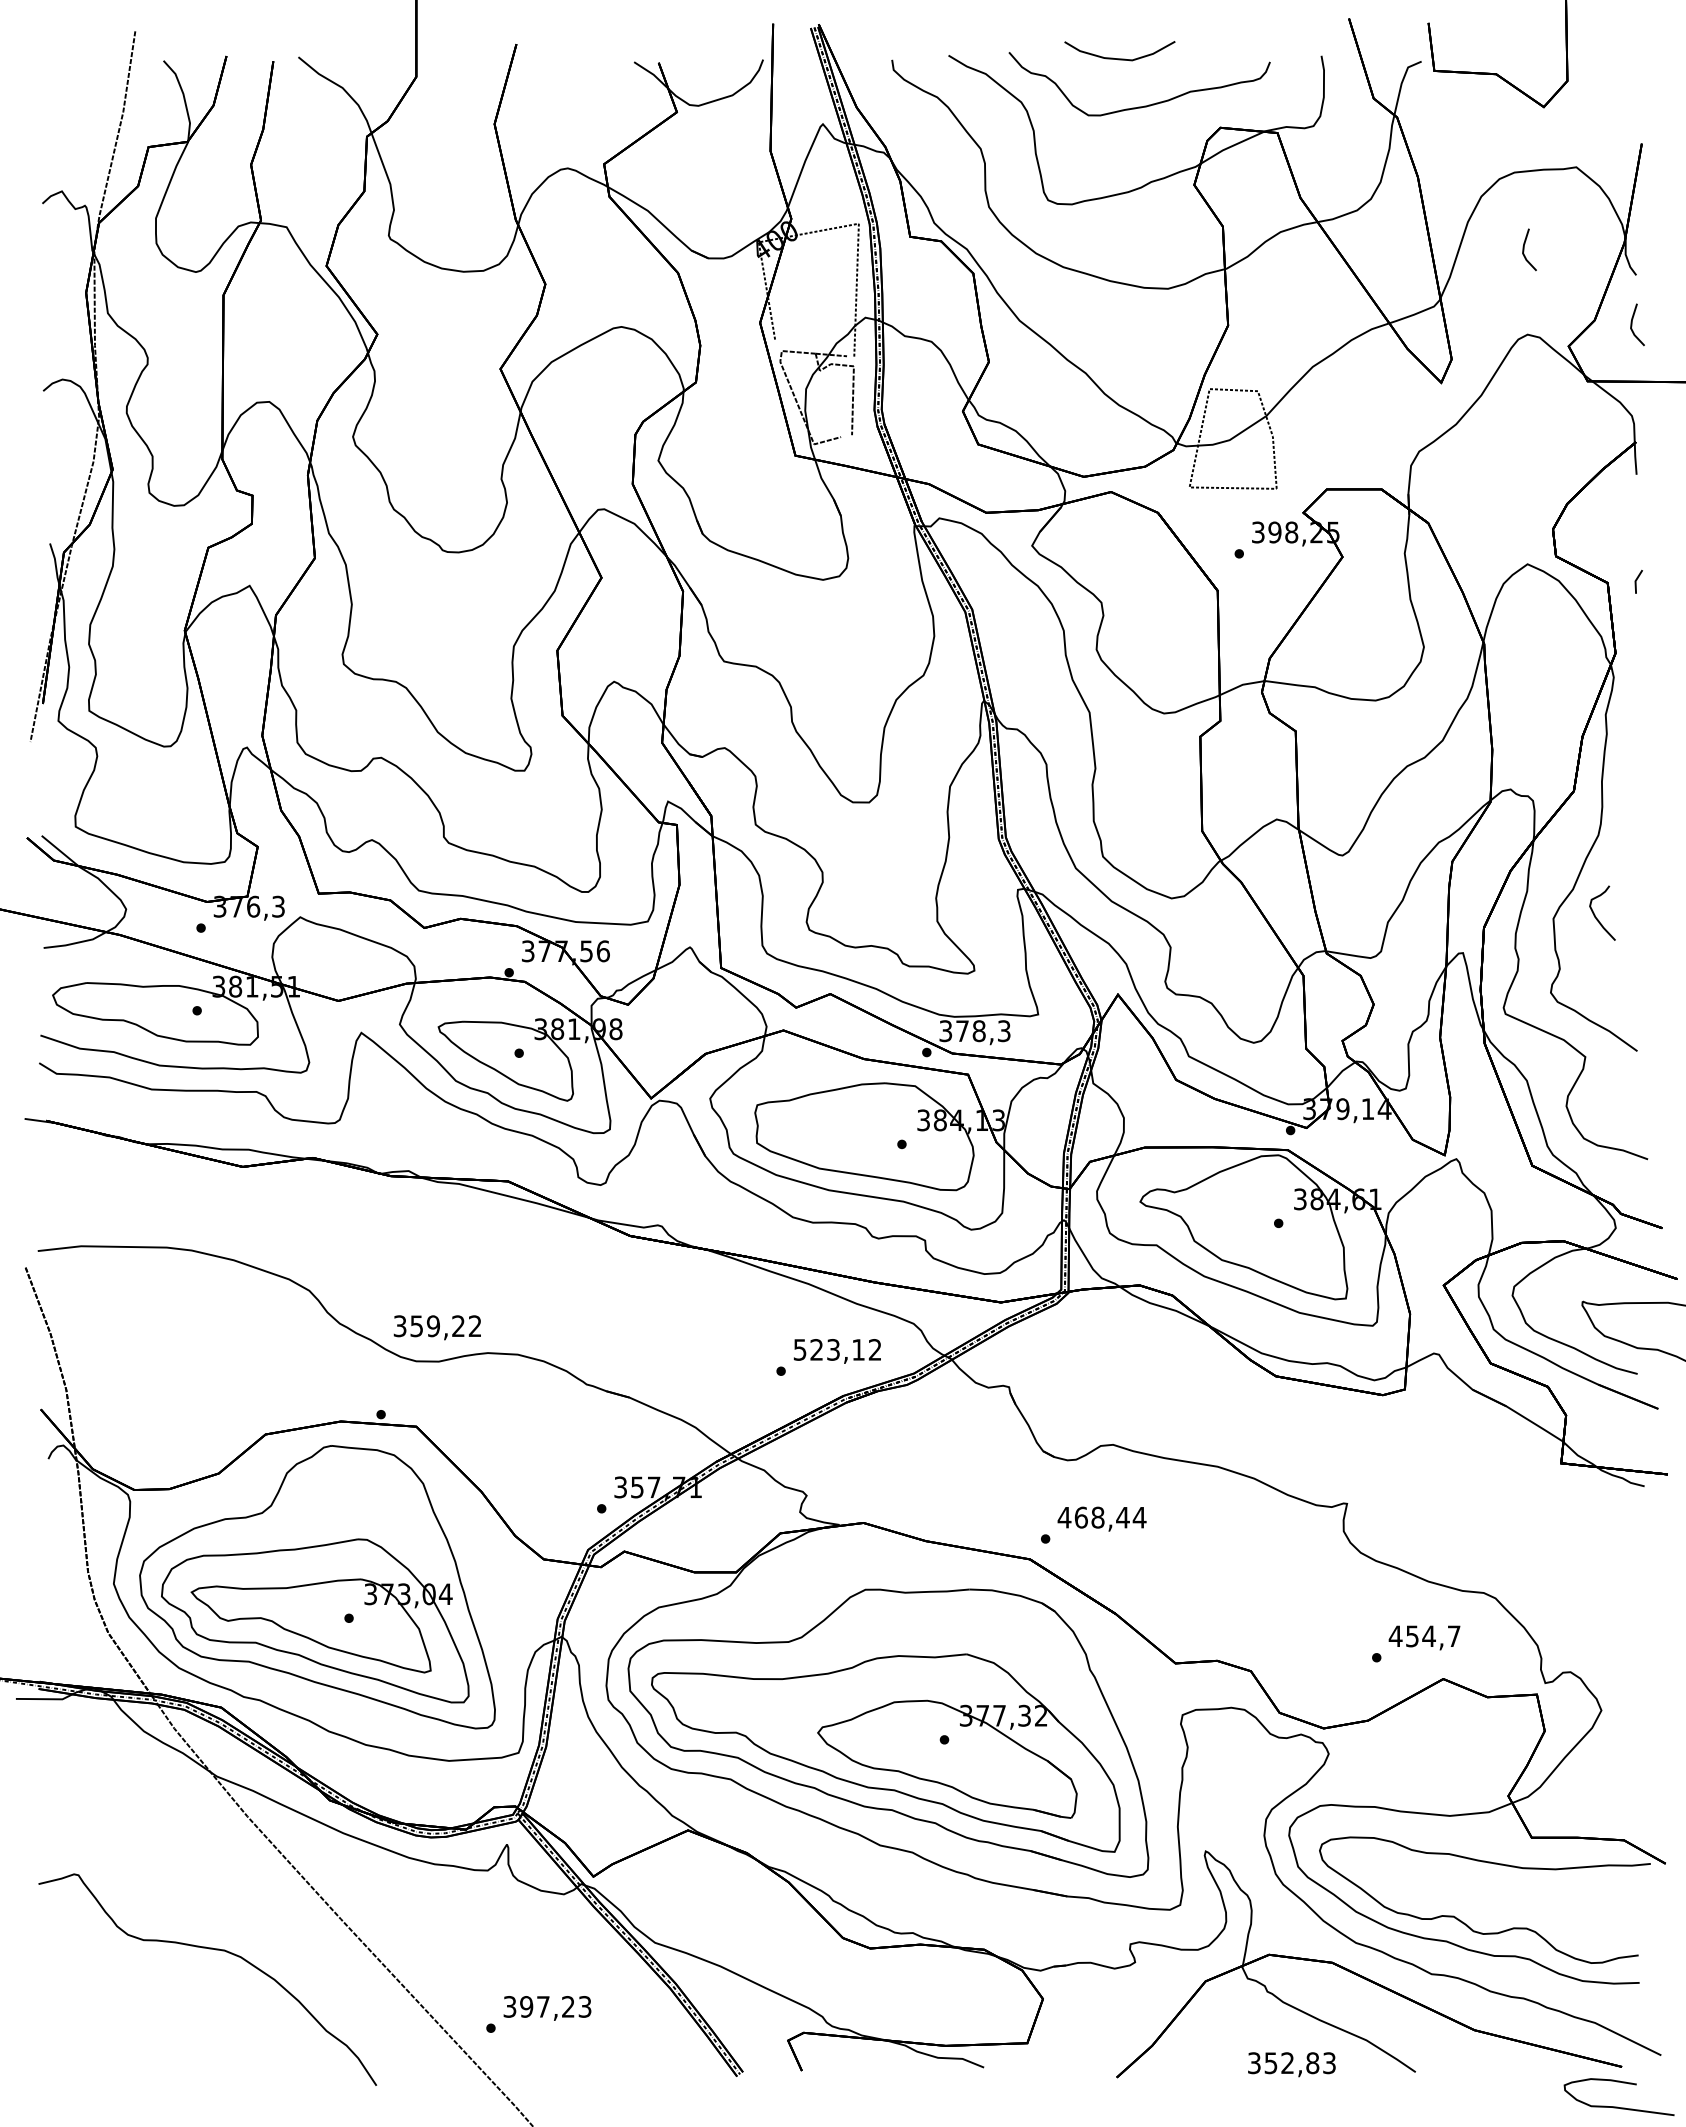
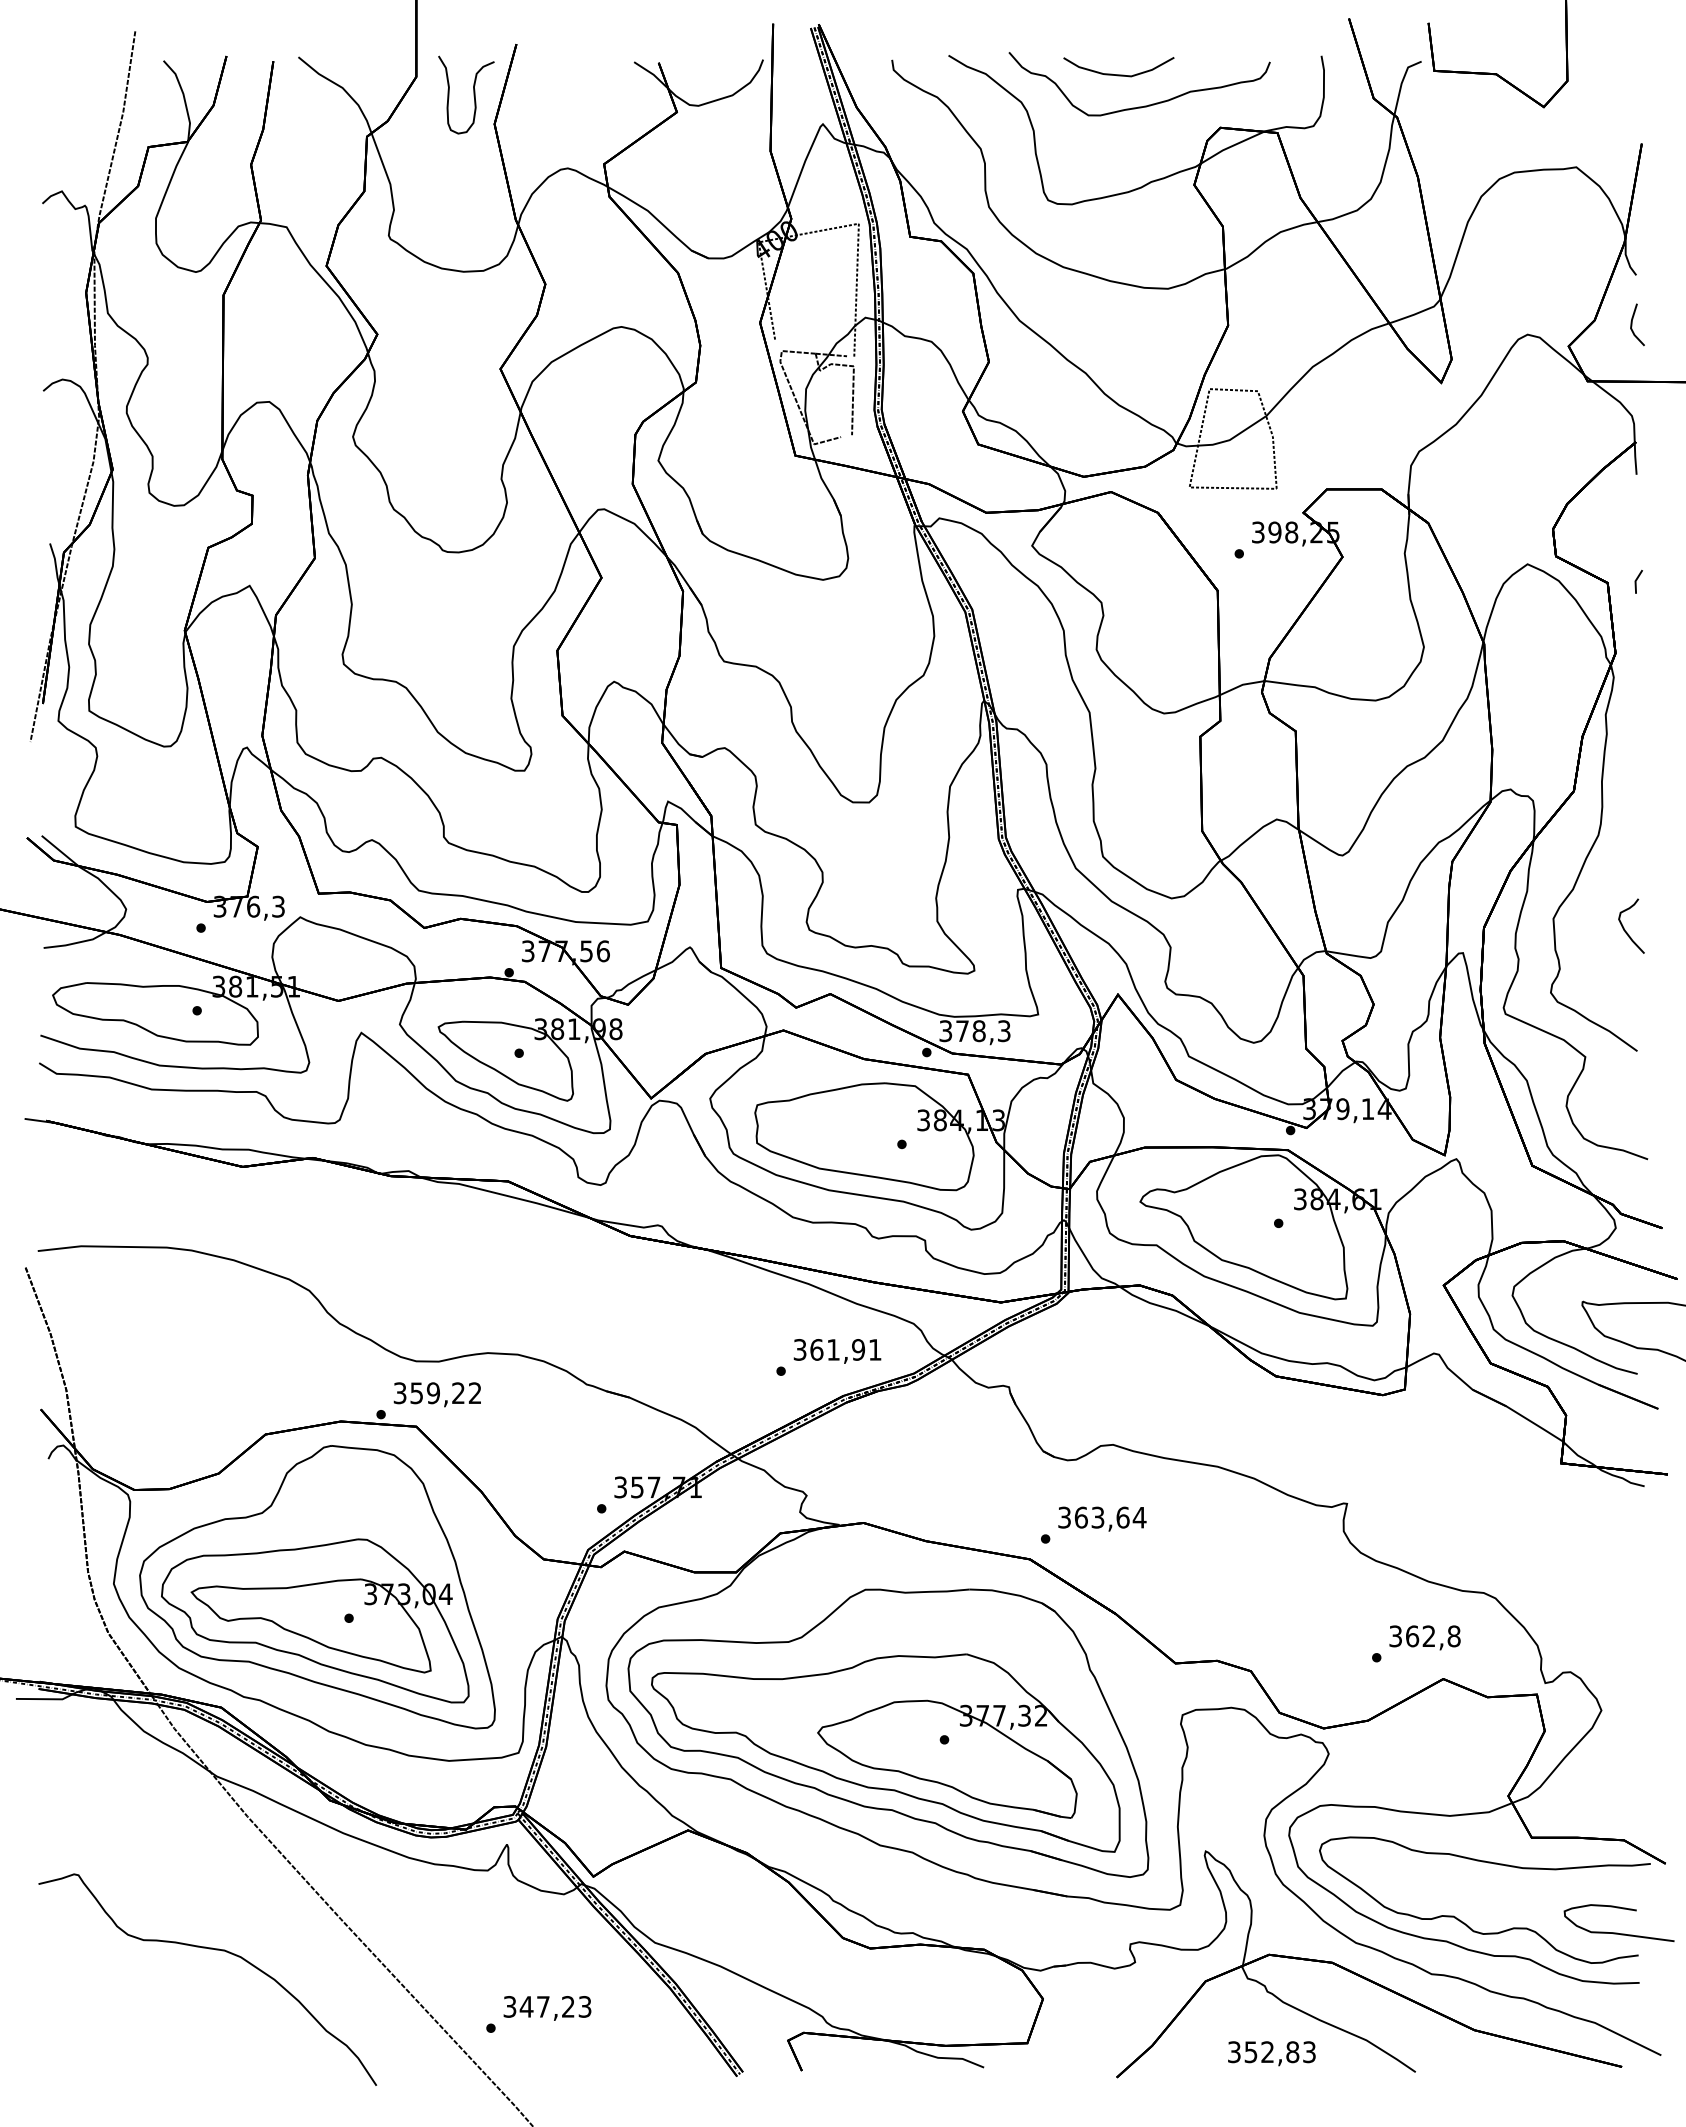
curve at (1119, 58) position: (1119, 58) -> (1118, 74)
curve at (473, 94): none -> present
line at (1524, 249): present -> none
curve at (1596, 916) position: (1596, 916) -> (1625, 929)
text at (436, 1327) position: (436, 1327) -> (436, 1394)
text at (837, 1349): 523,12 -> 361,91
text at (1093, 1517): 468,44 -> 363,64
text at (1424, 1636): 454,7 -> 362,8
text at (526, 2006): 397,23 -> 347,23
text at (1291, 2064) position: (1291, 2064) -> (1271, 2053)
curve at (1617, 2106) position: (1617, 2106) -> (1617, 1932)
